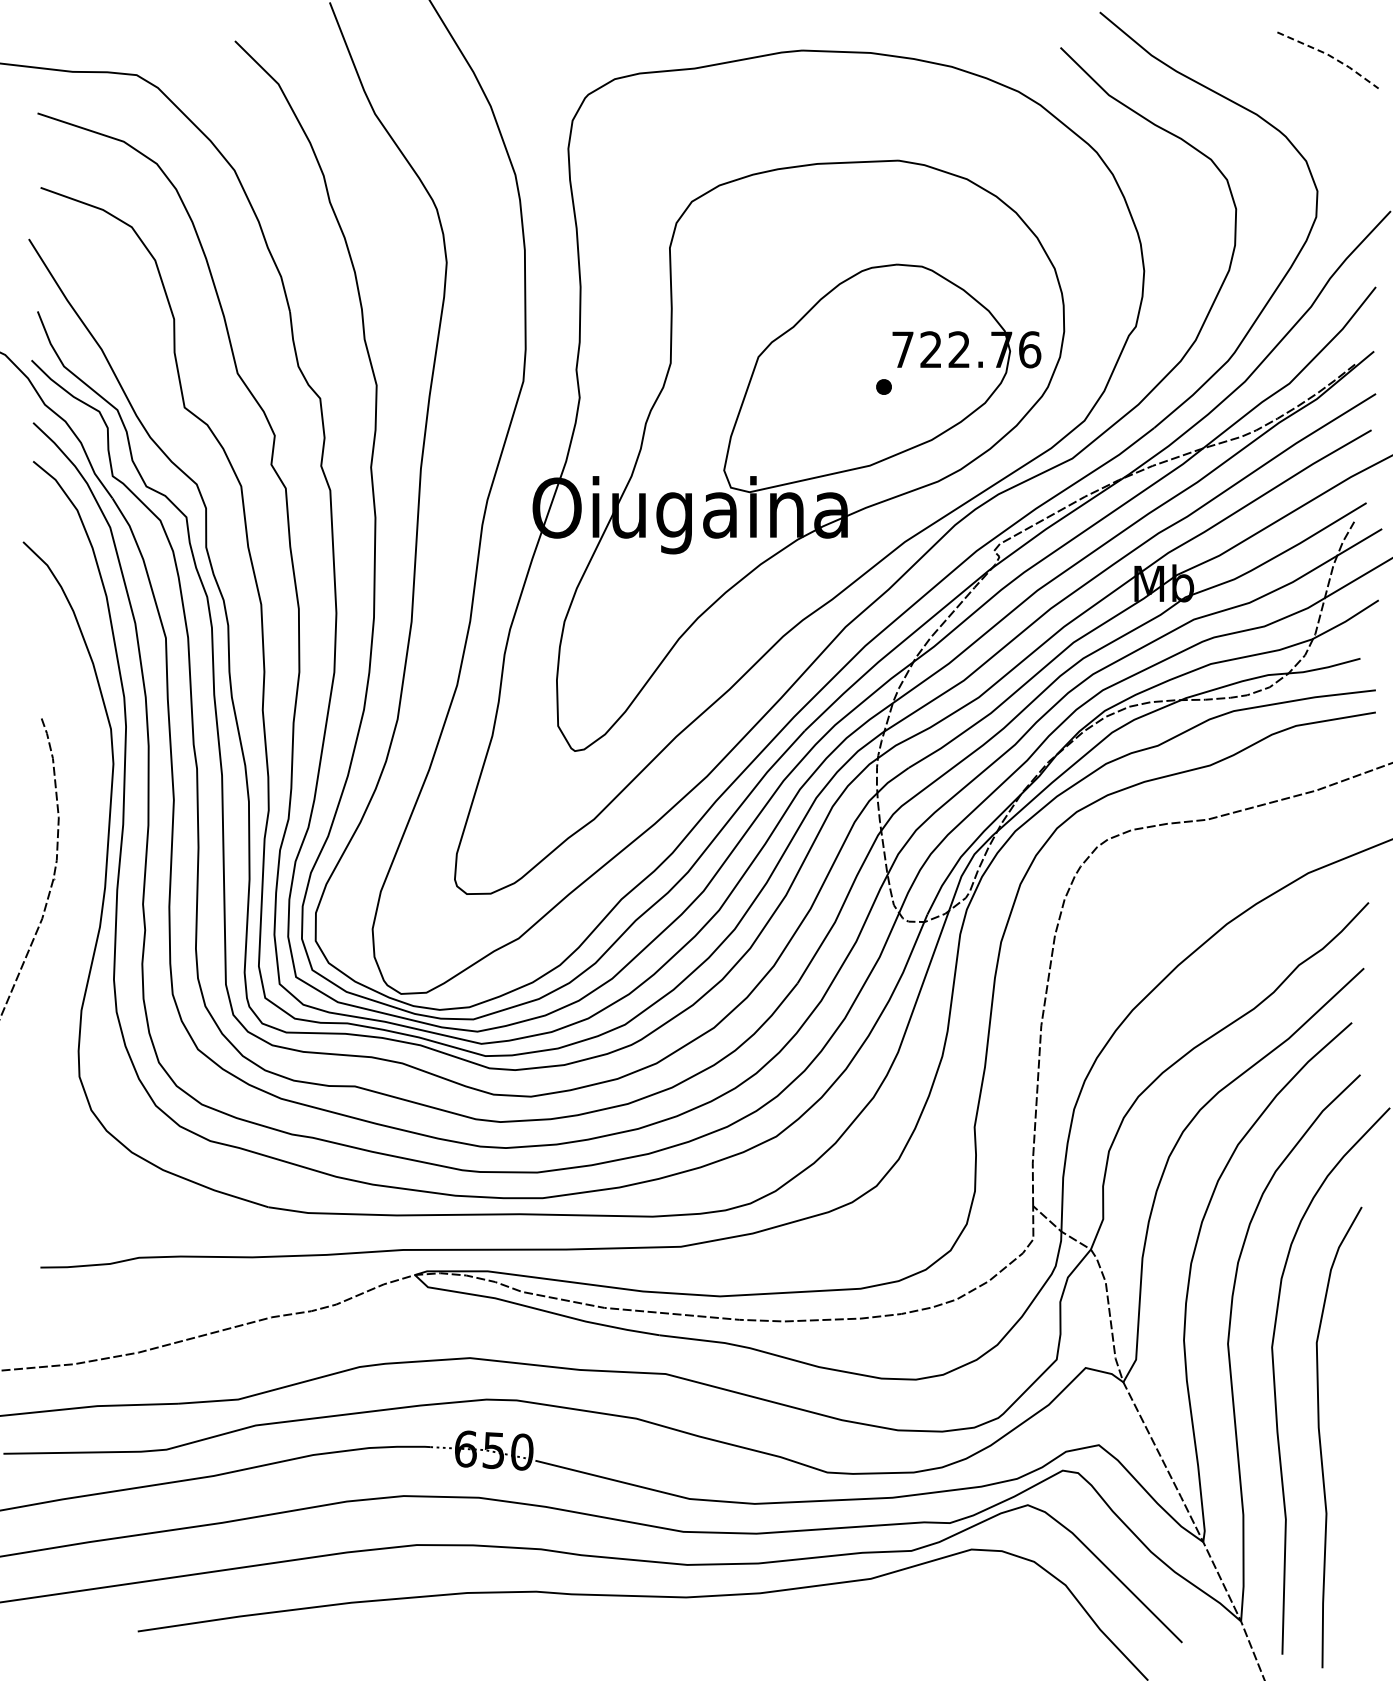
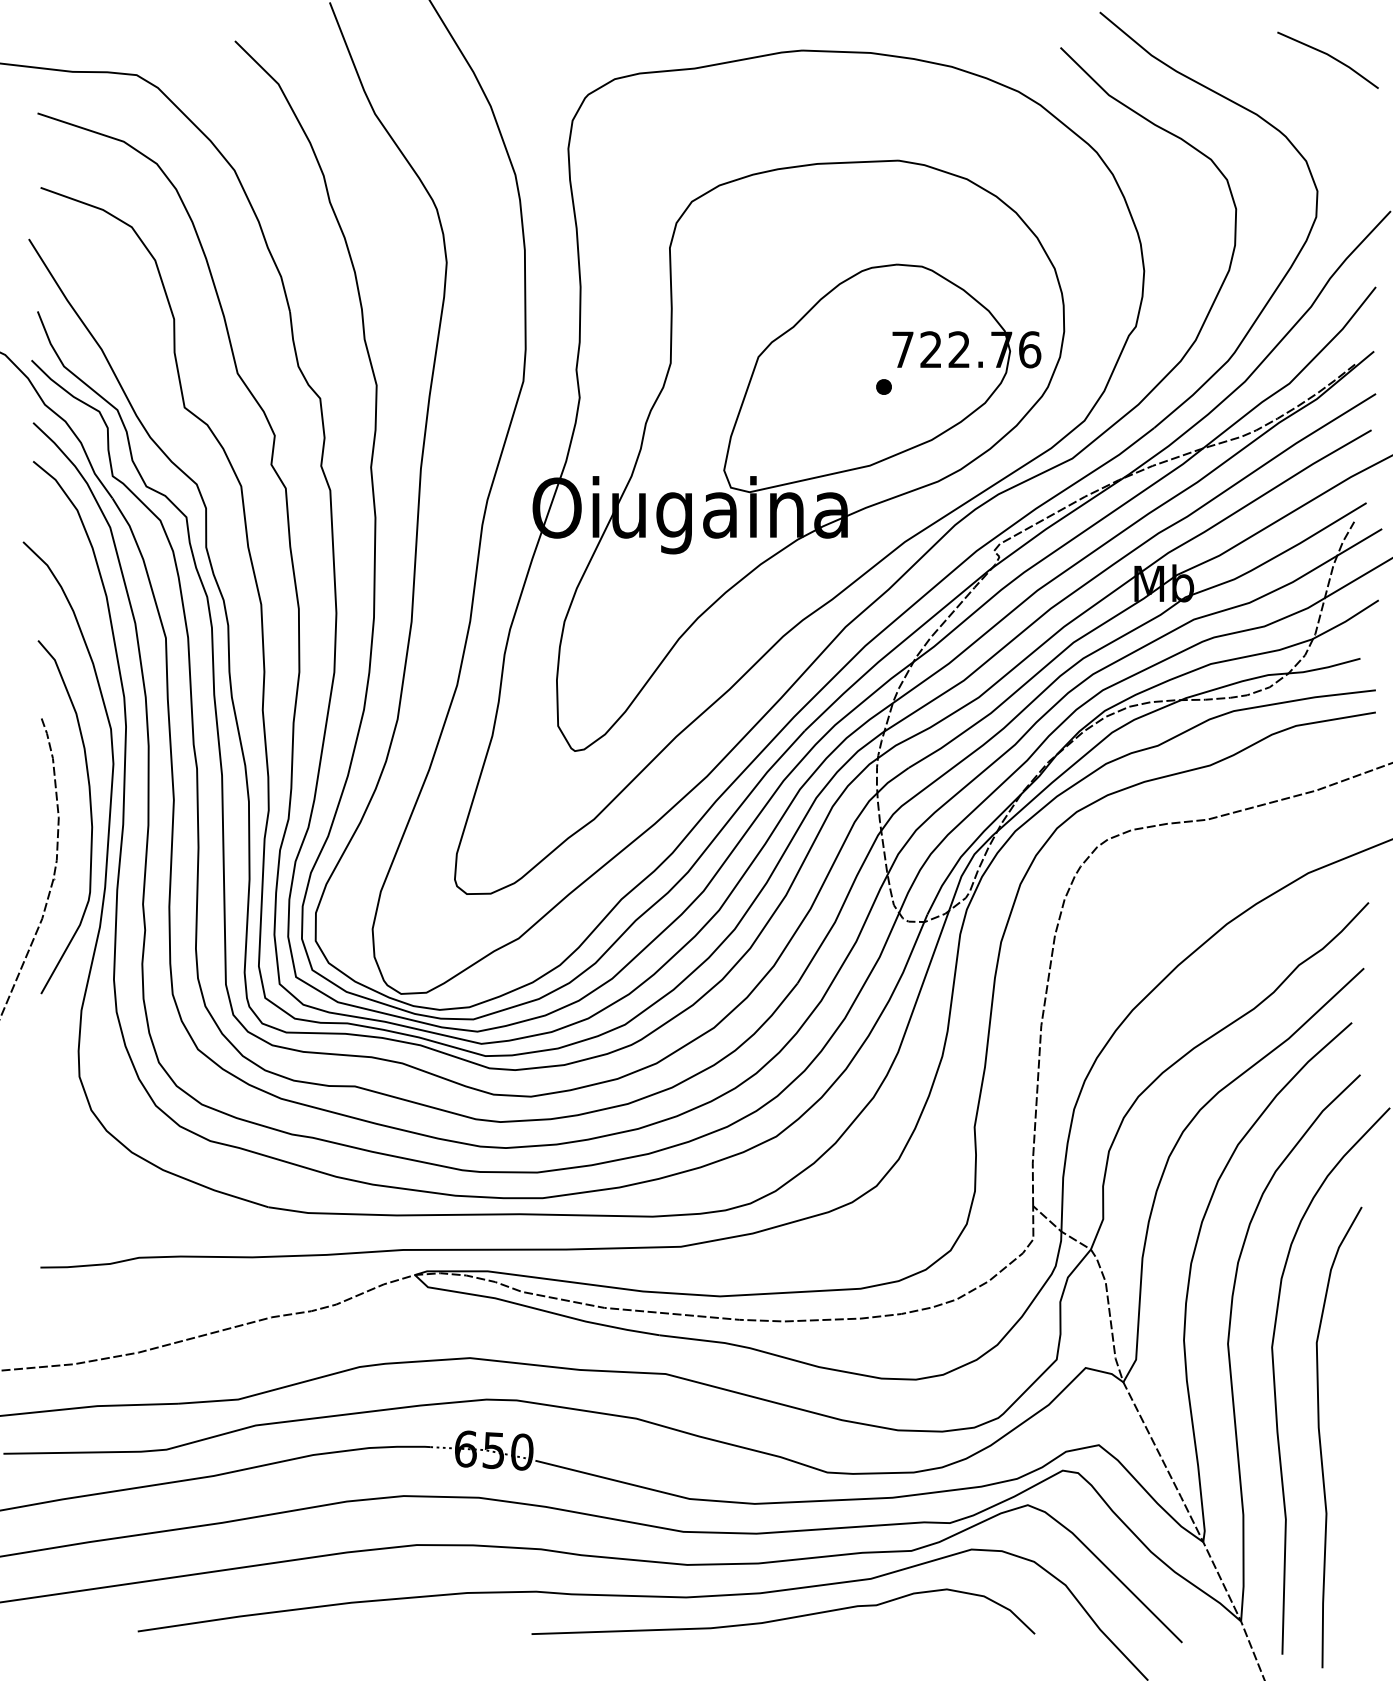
line at (1330, 56): dashed -> solid
curve at (90, 817): none -> present
curve at (786, 1617): none -> present
